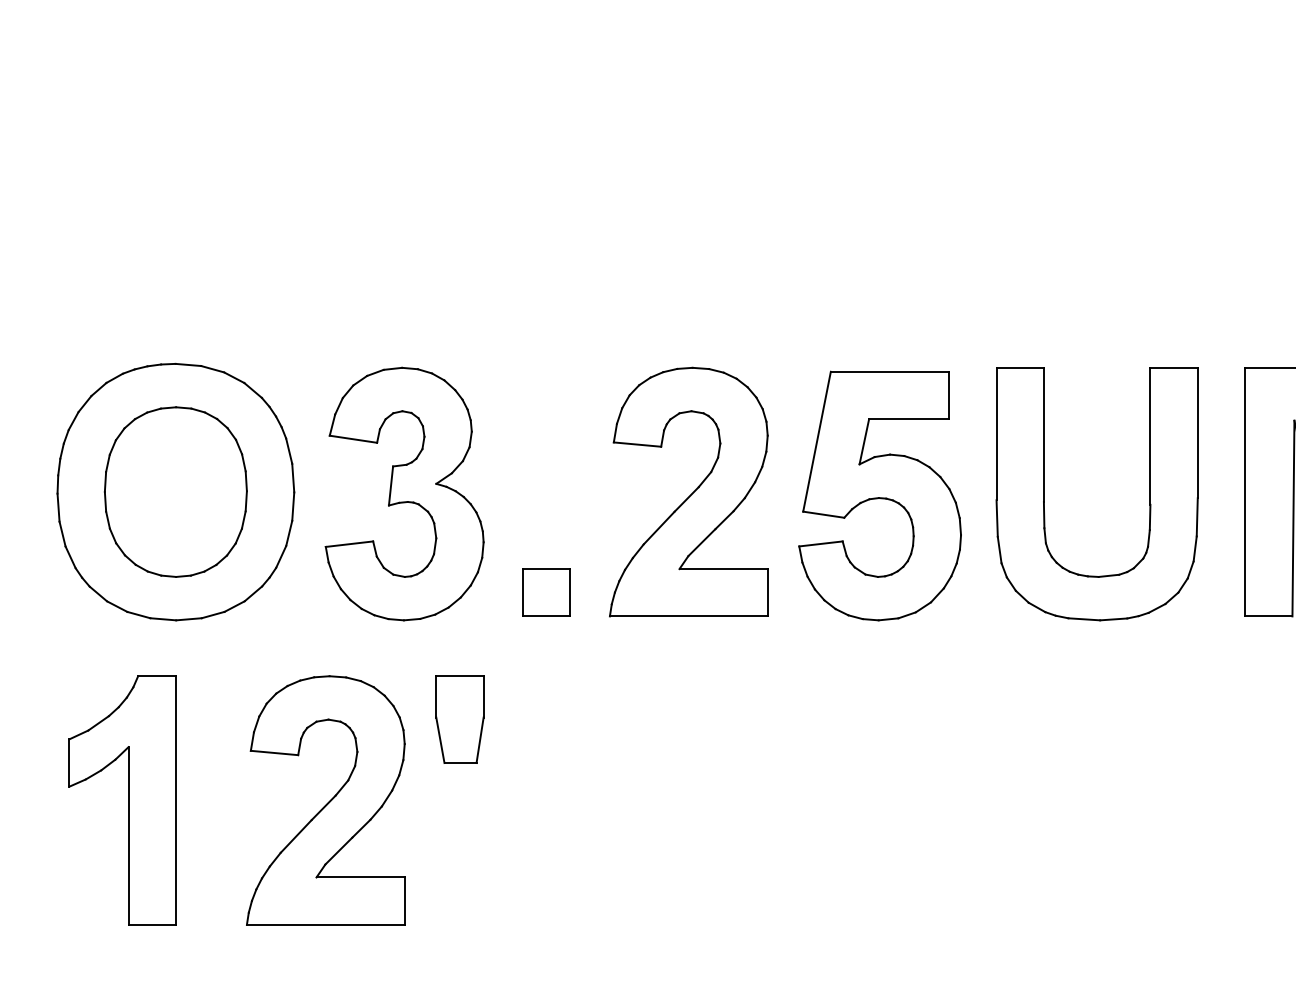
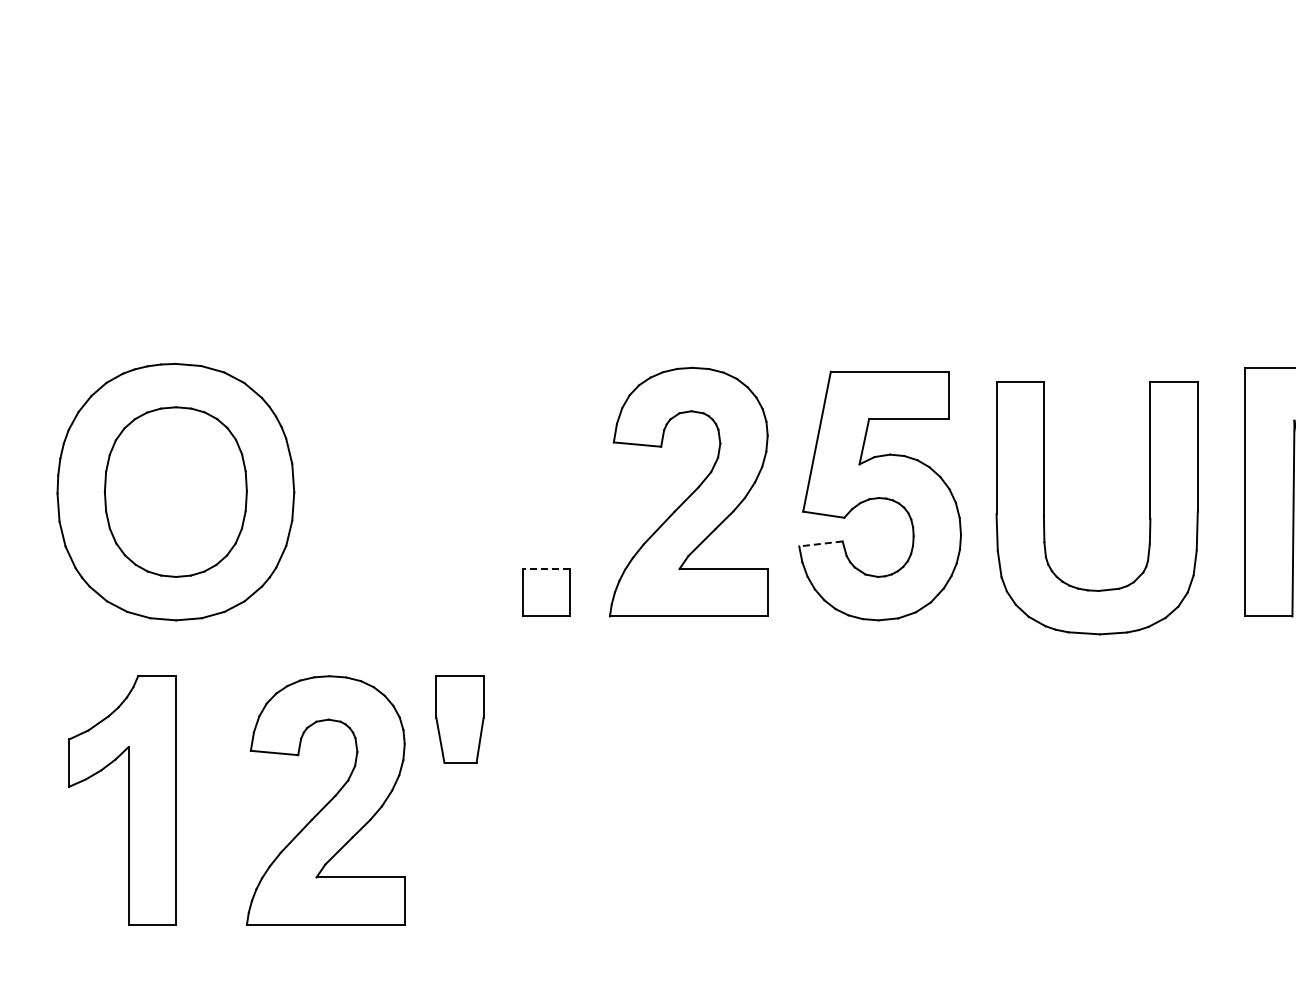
part at (404, 493): present -> none
part at (1044, 494) position: (1044, 494) -> (1044, 508)
line at (820, 543): solid -> dashed
line at (546, 569): solid -> dashed
